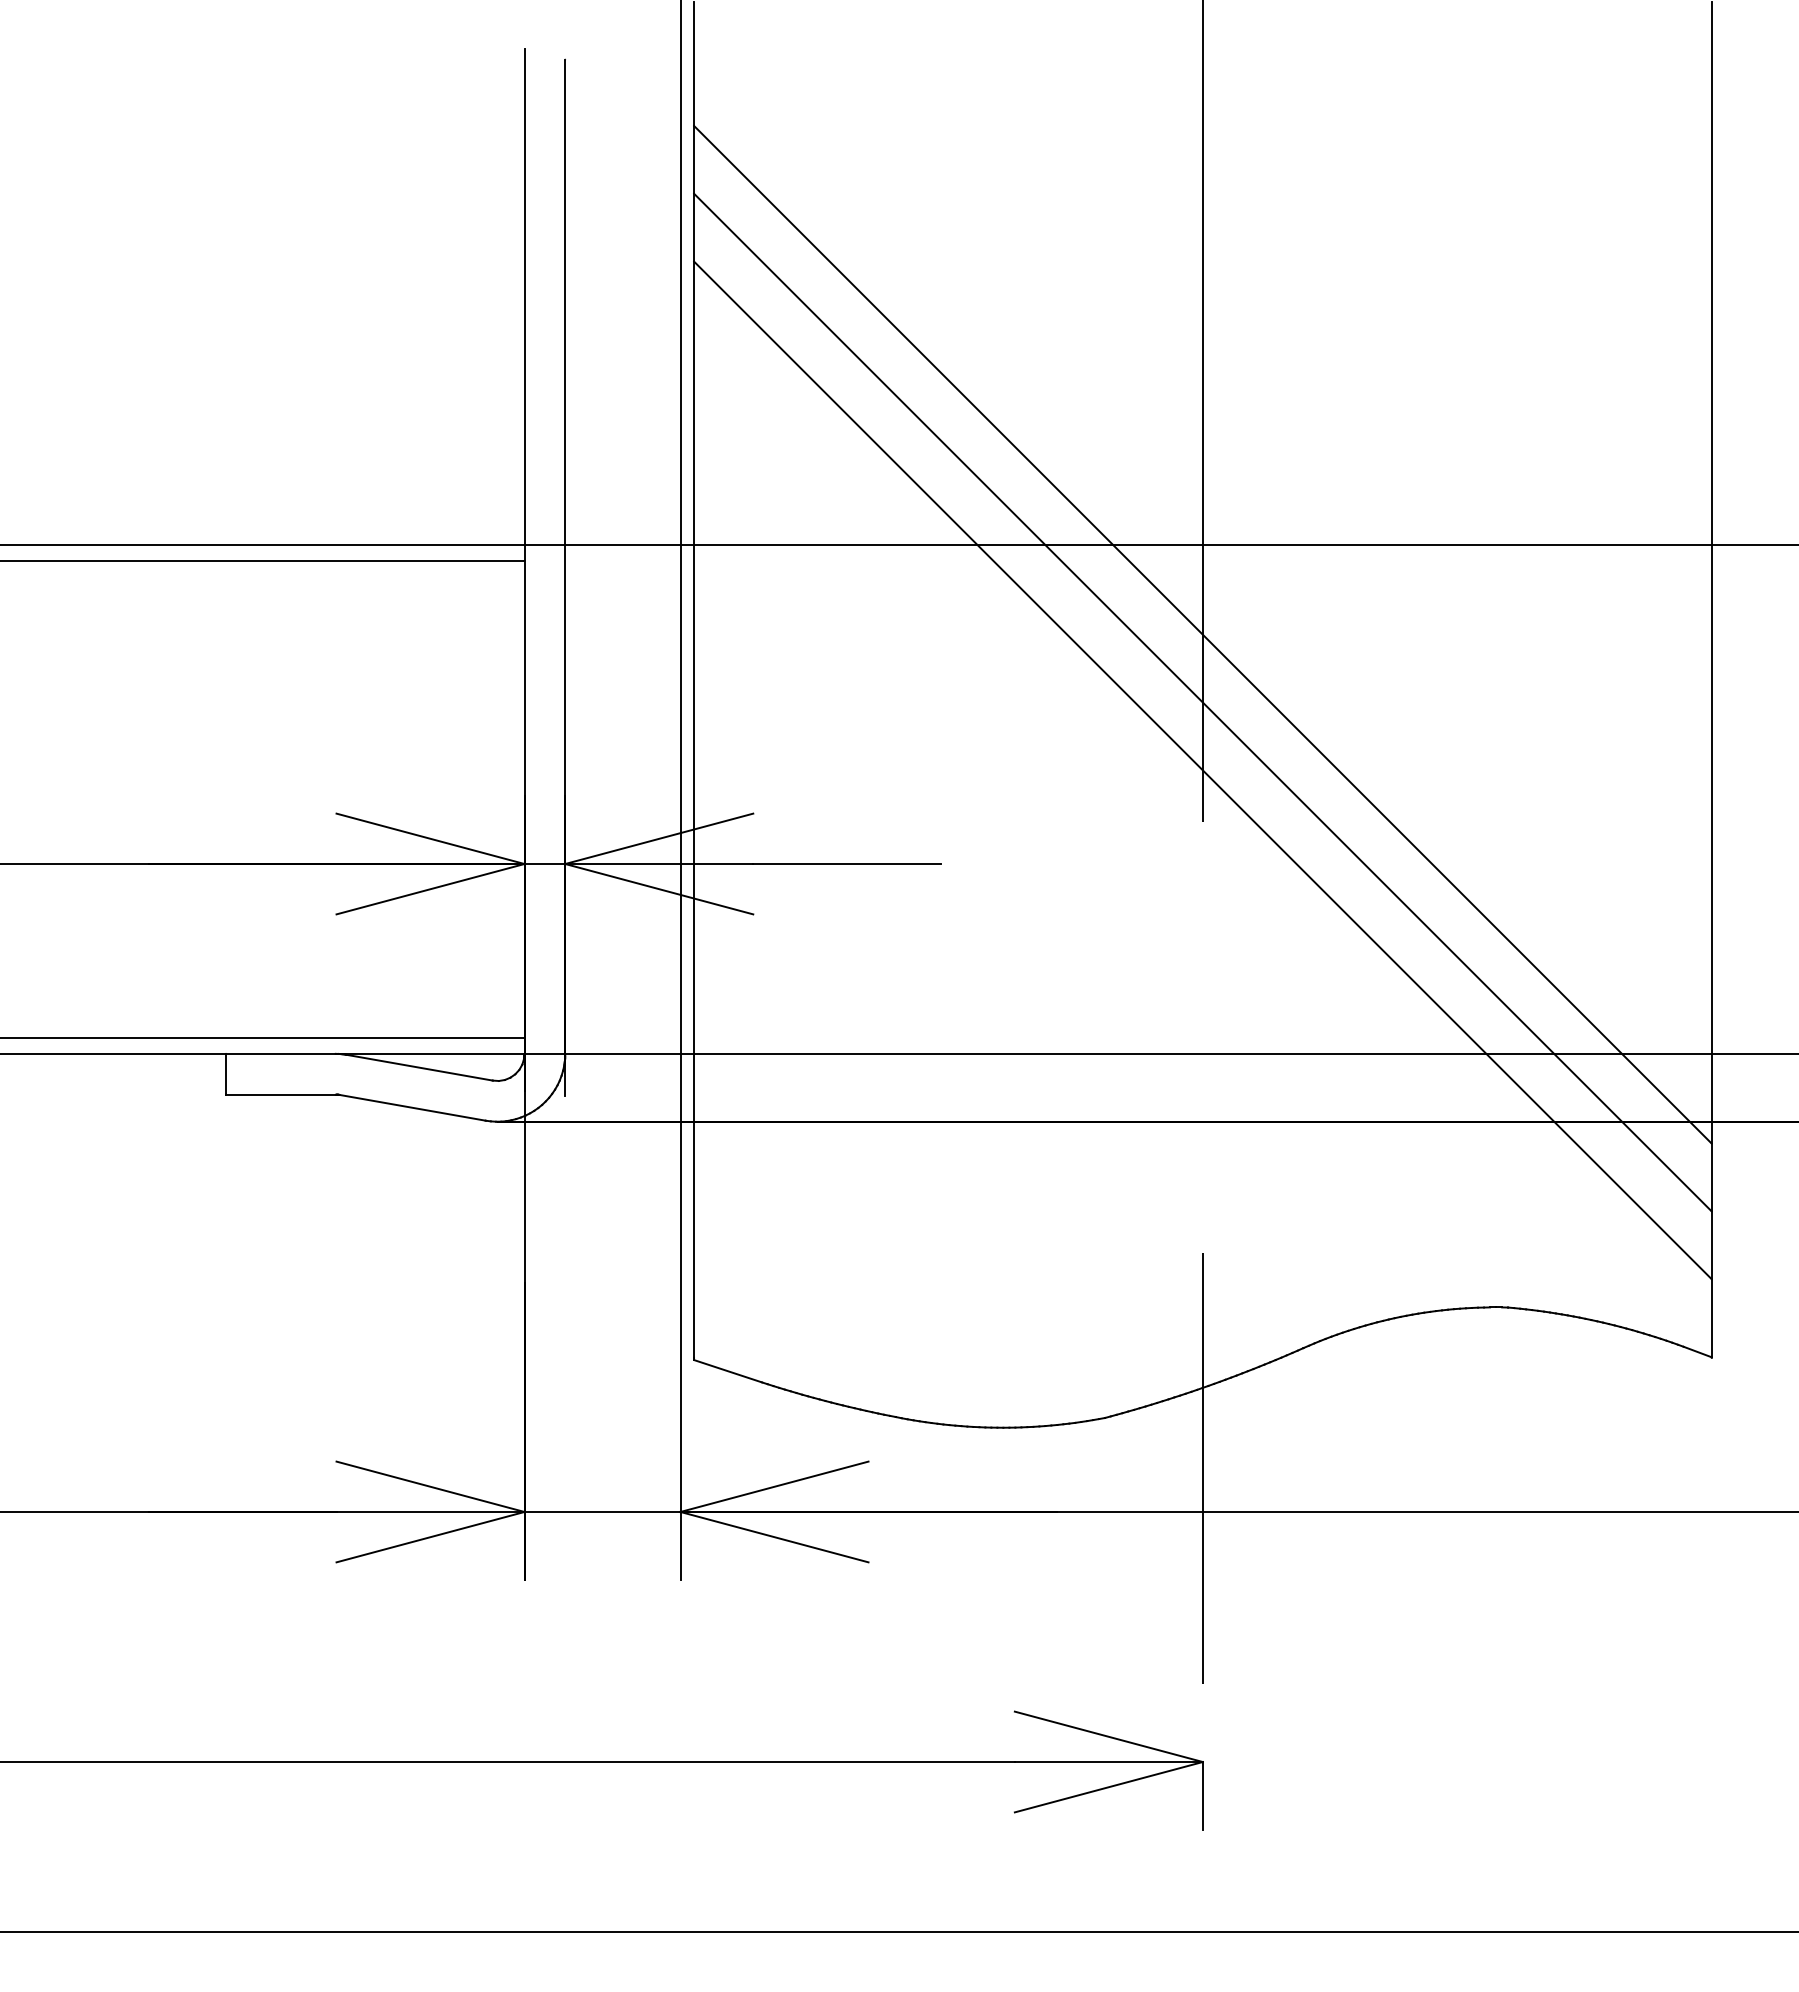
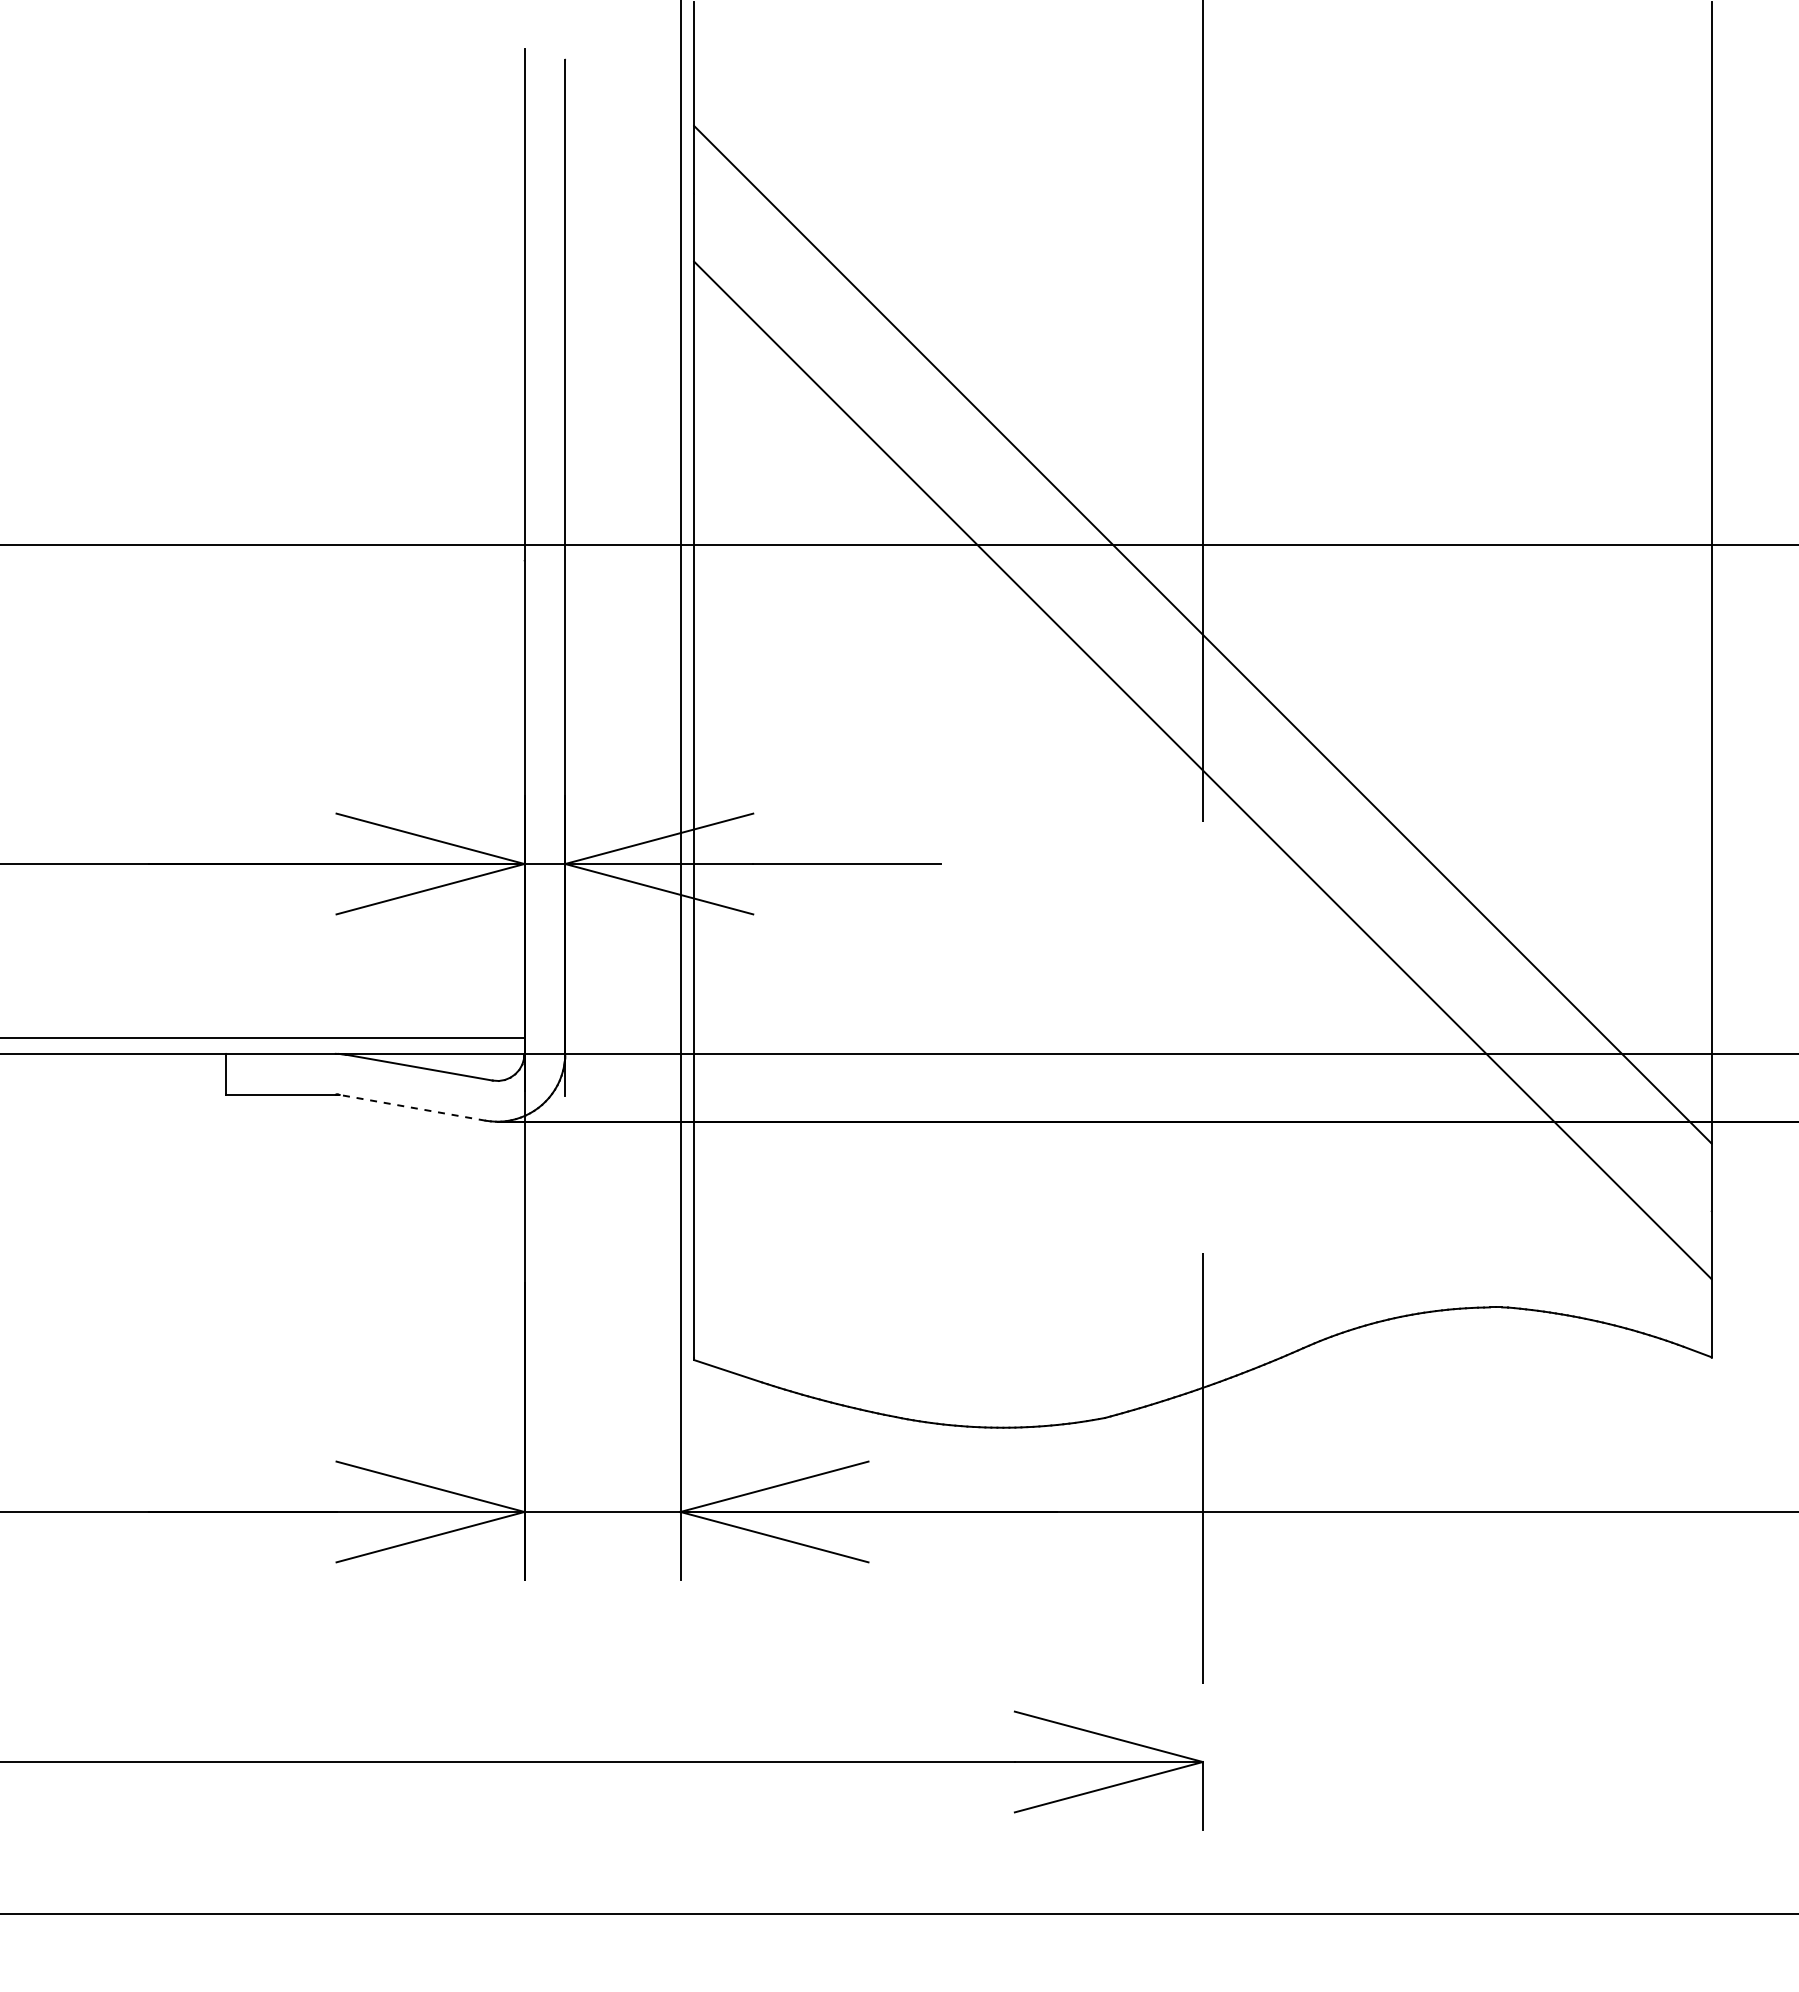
line at (263, 560): present -> none
line at (1202, 702): present -> none
line at (412, 1107): solid -> dashed
line at (898, 1932) position: (898, 1932) -> (898, 1914)
